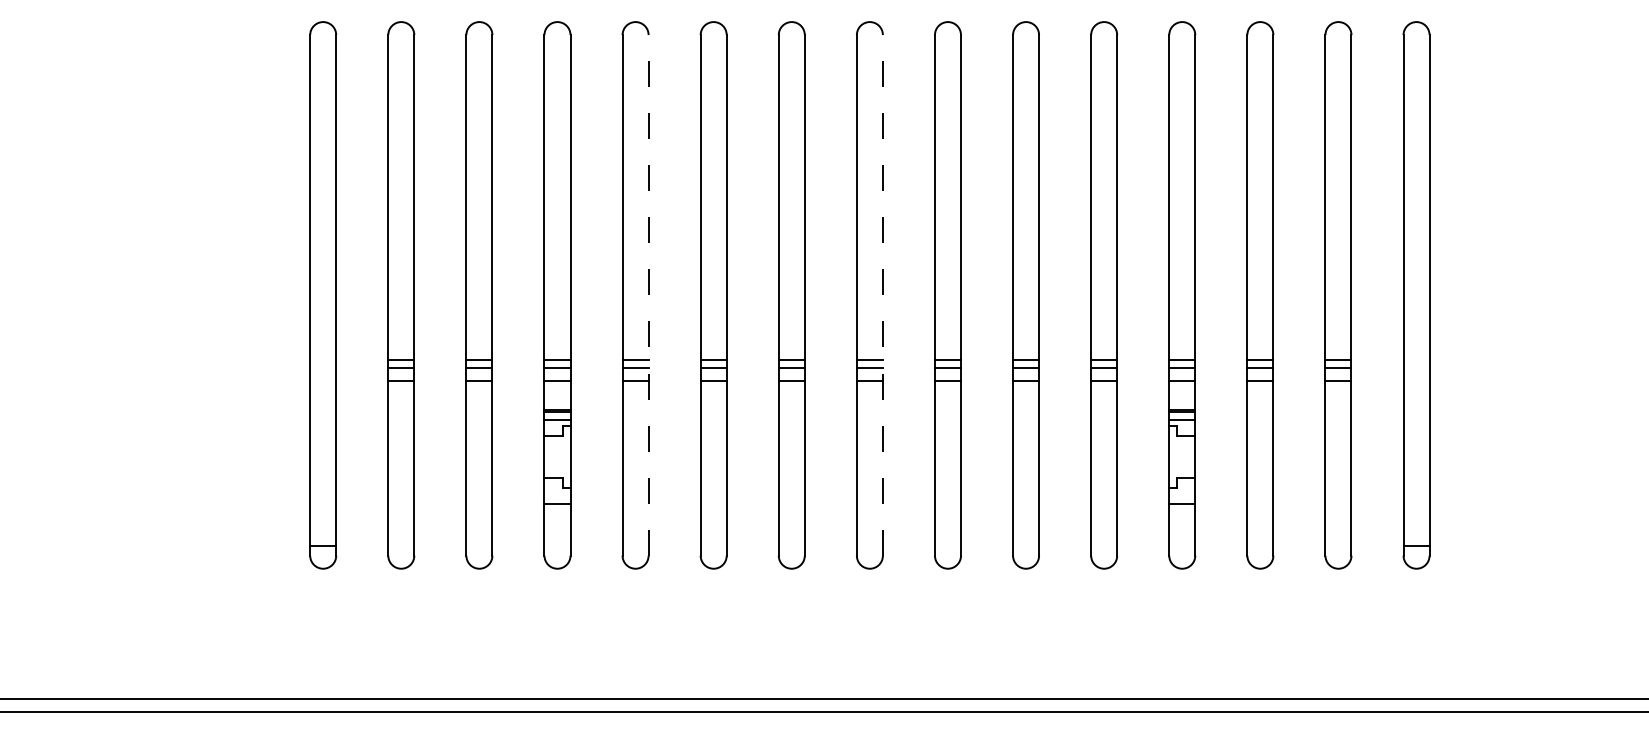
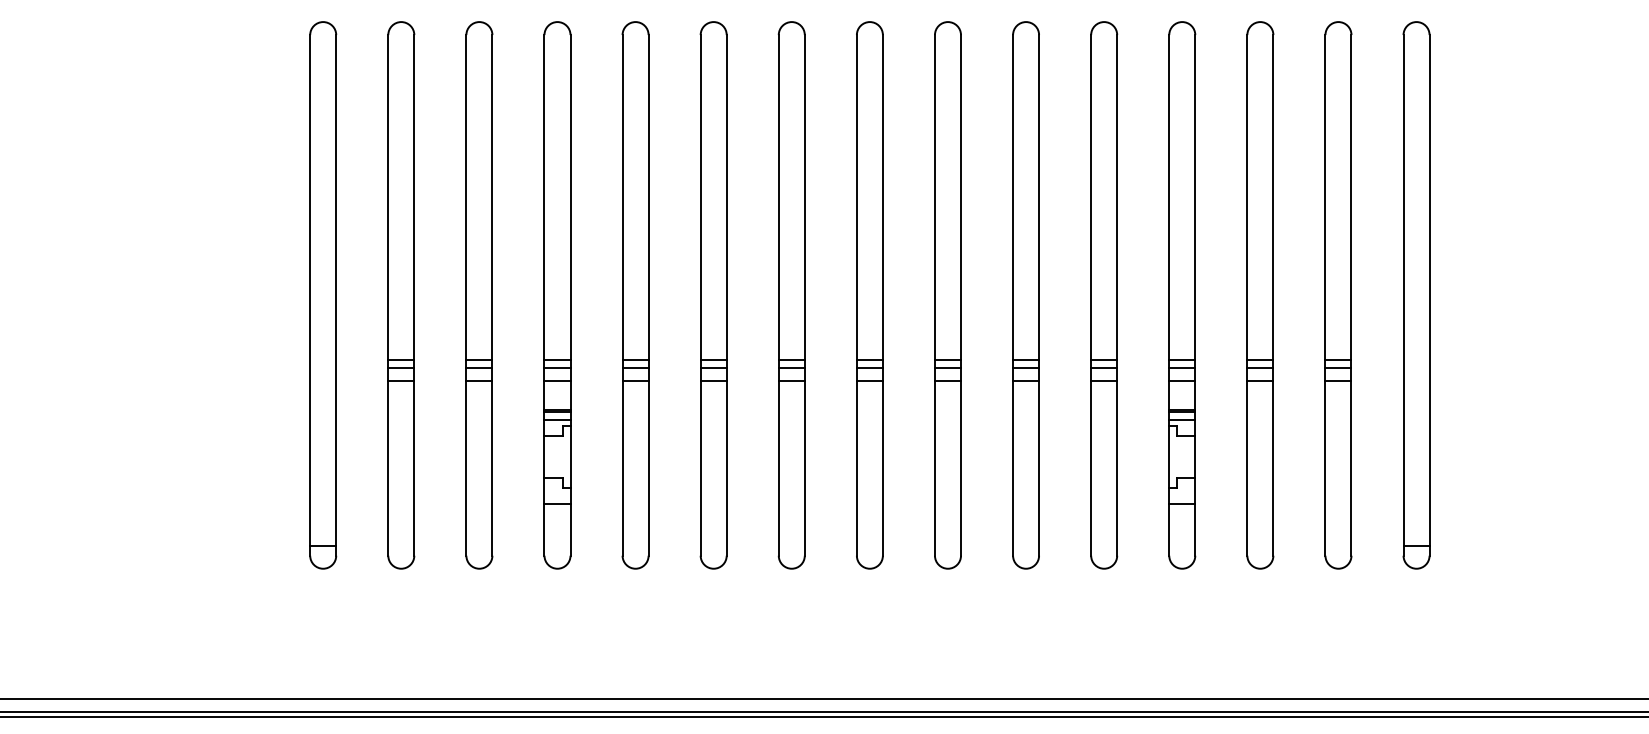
line at (648, 294): dashed -> solid
line at (882, 294): dashed -> solid
line at (823, 717): none -> present
